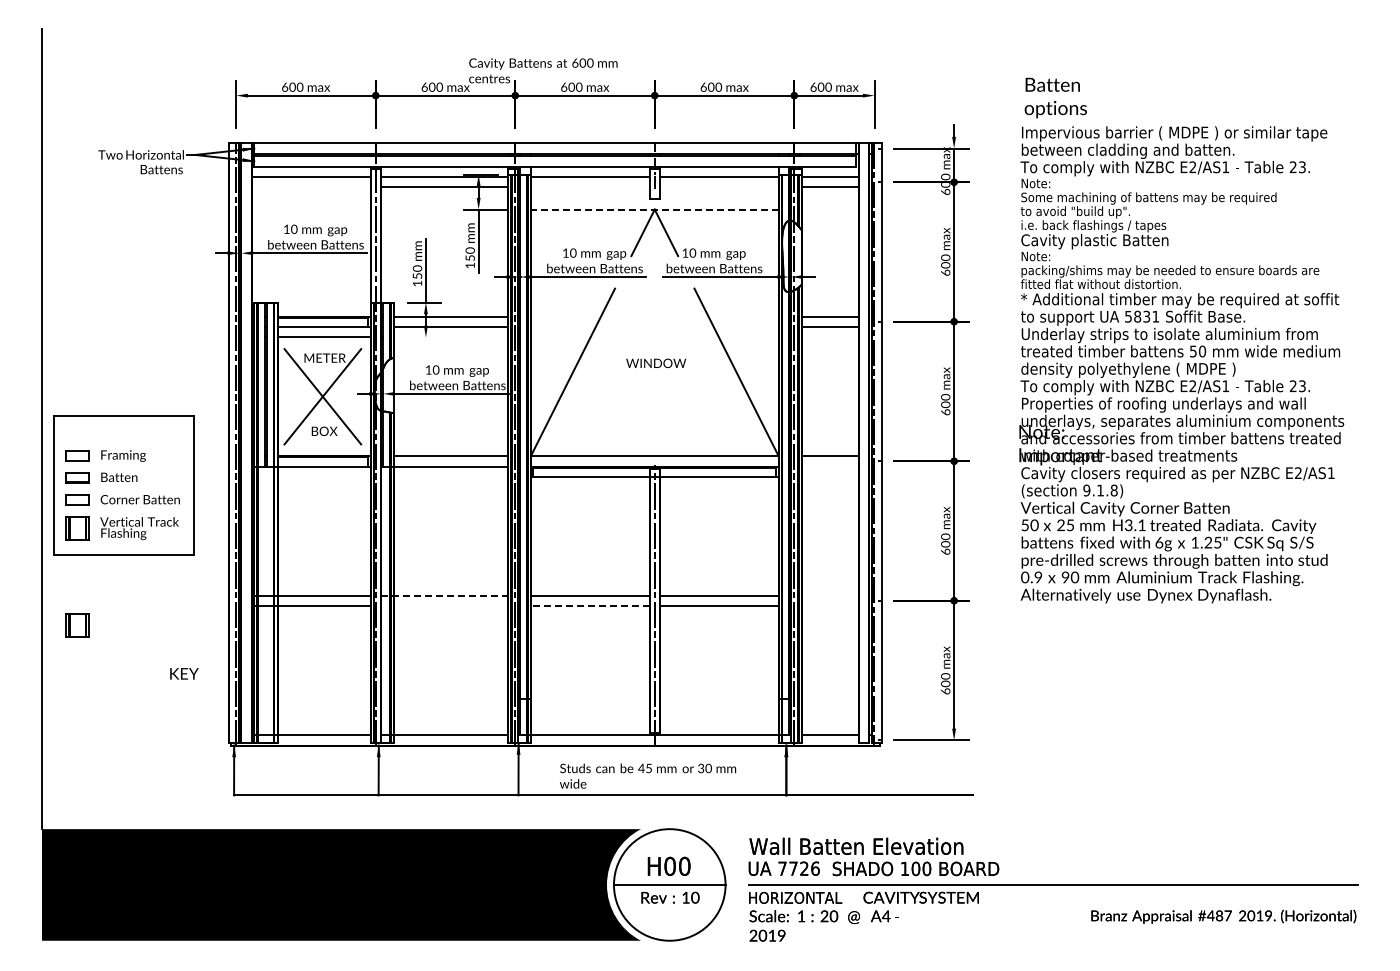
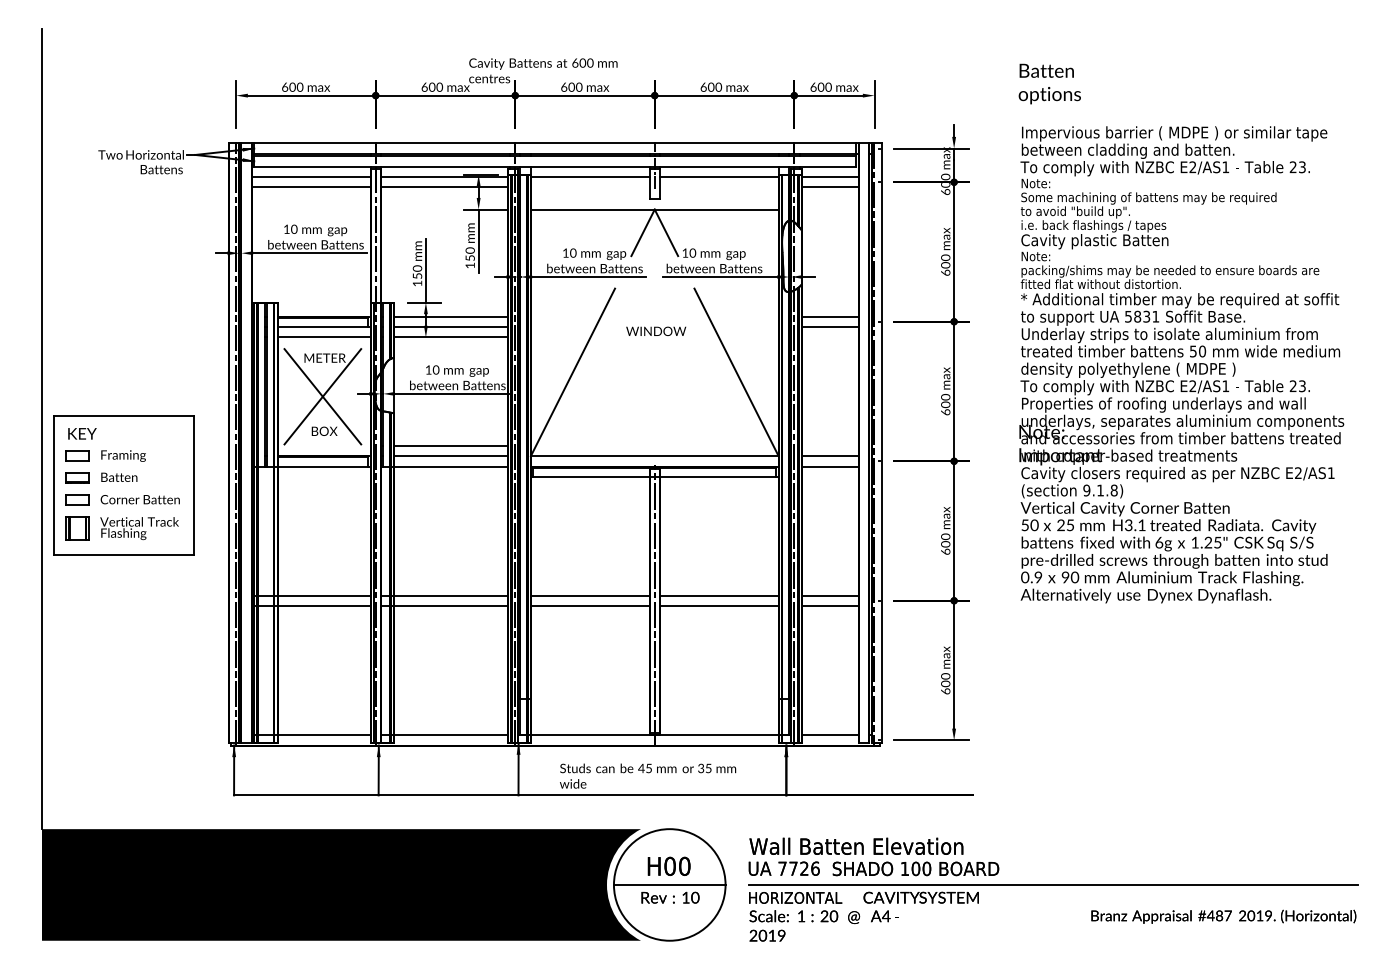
text at (1055, 97) position: (1055, 97) -> (1049, 83)
line at (310, 187): none -> present
line at (654, 209): dashed -> solid
line at (450, 337): none -> present
text at (656, 362) position: (656, 362) -> (656, 330)
line at (450, 445): none -> present
line at (829, 466): none -> present
line at (444, 595): dashed -> solid
line at (829, 595): none -> present
line at (443, 606): none -> present
line at (589, 606): dashed -> solid
line at (829, 606): none -> present
part at (77, 625): present -> none
text at (184, 673) position: (184, 673) -> (82, 433)
text at (708, 768): 30 -> 35
